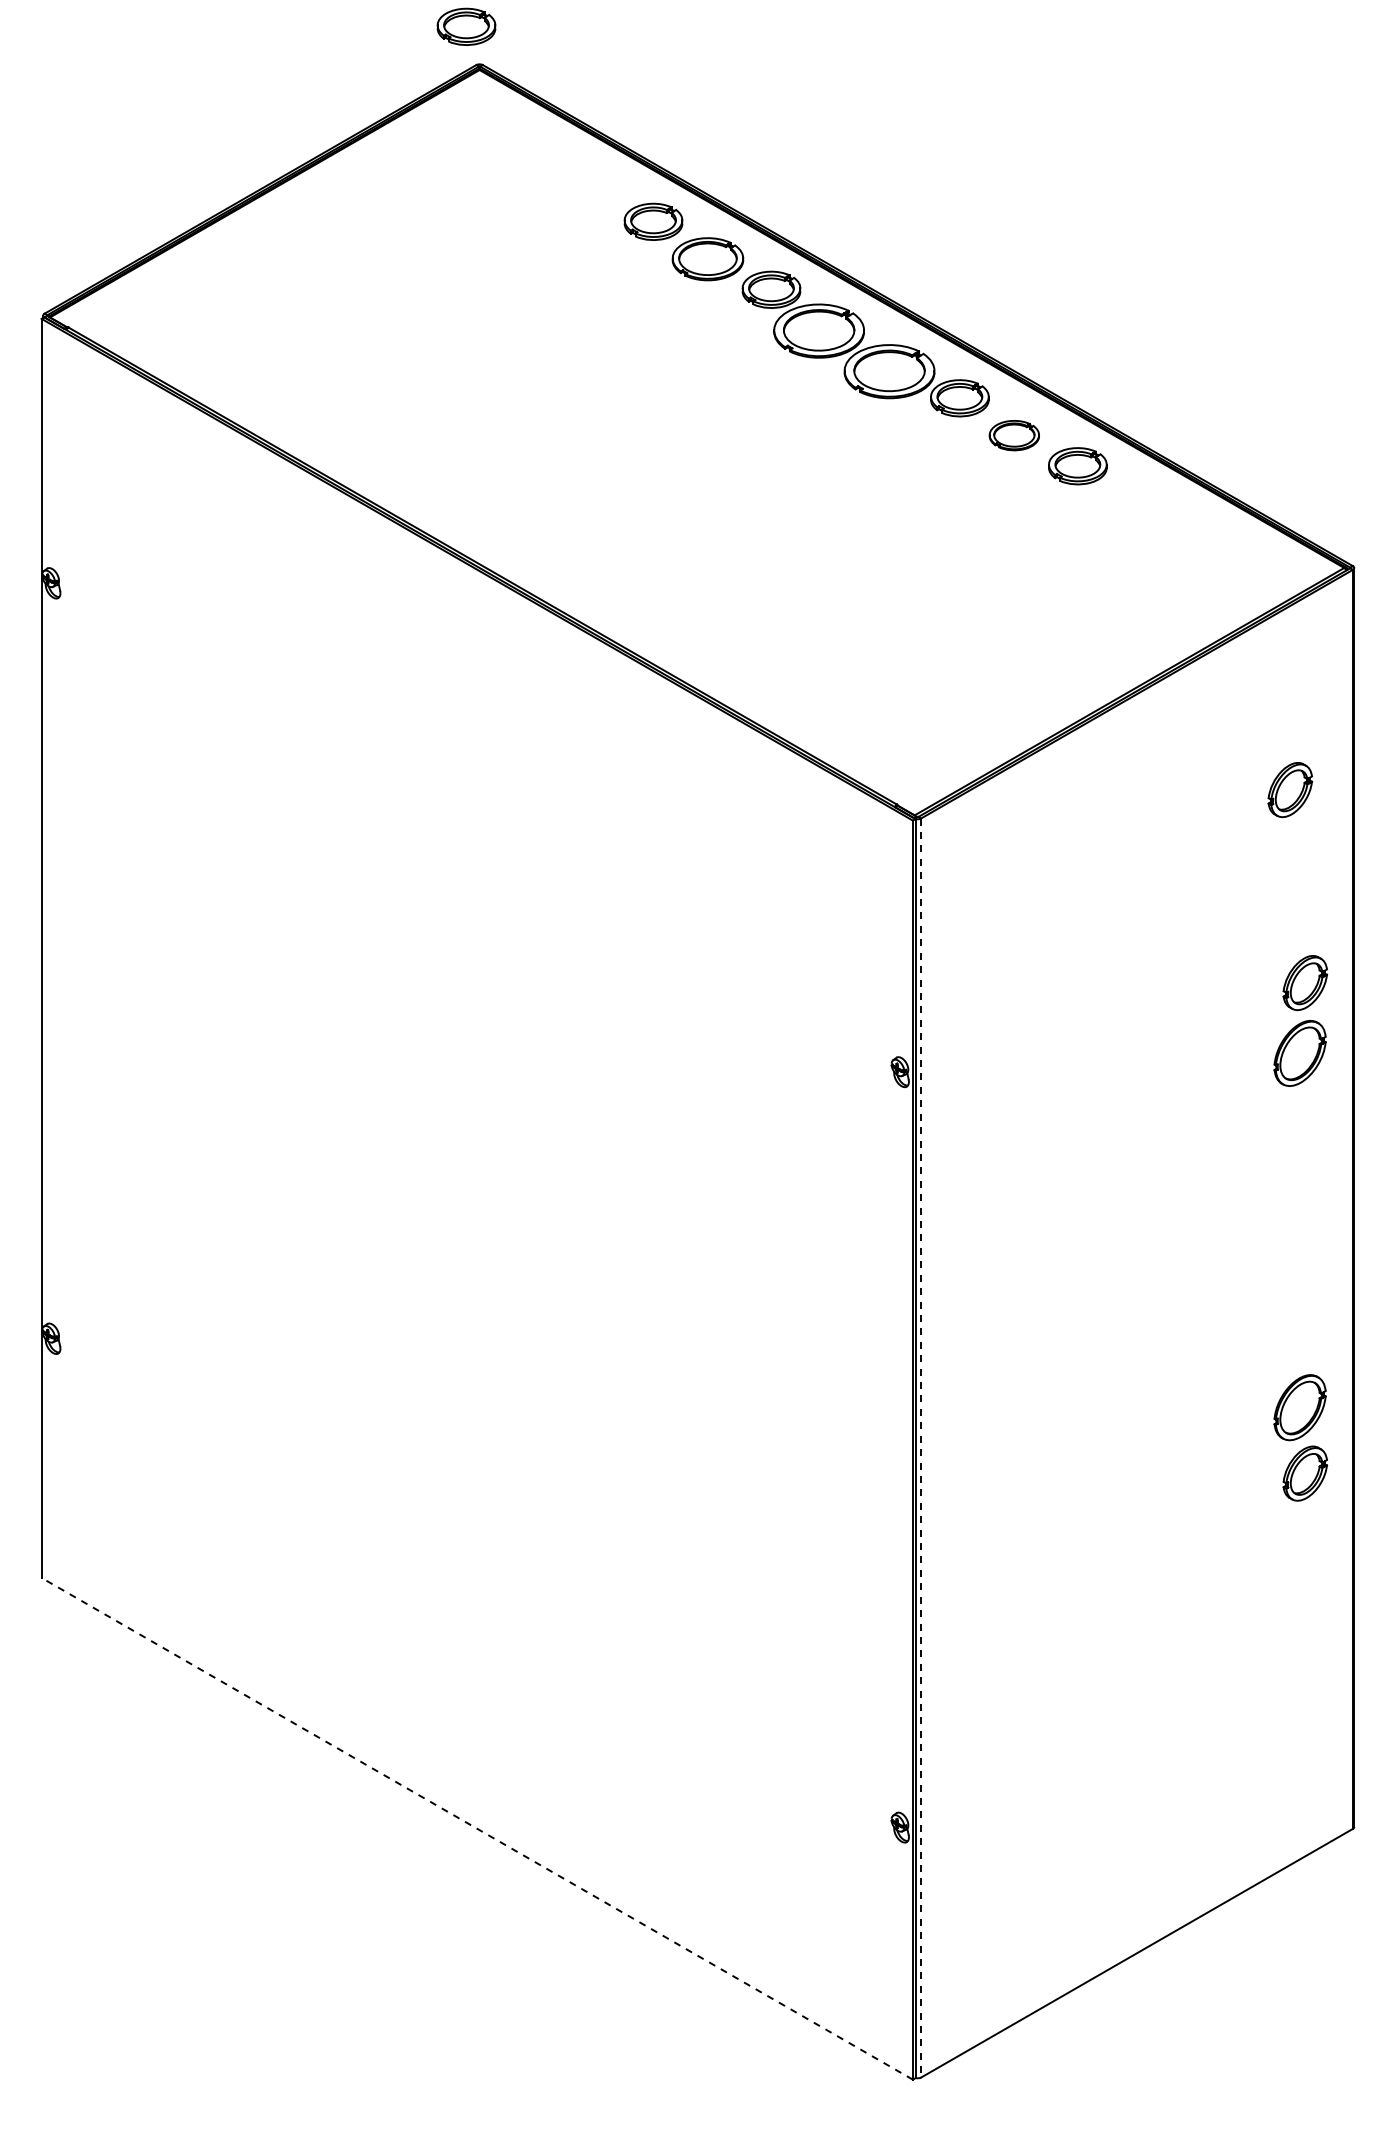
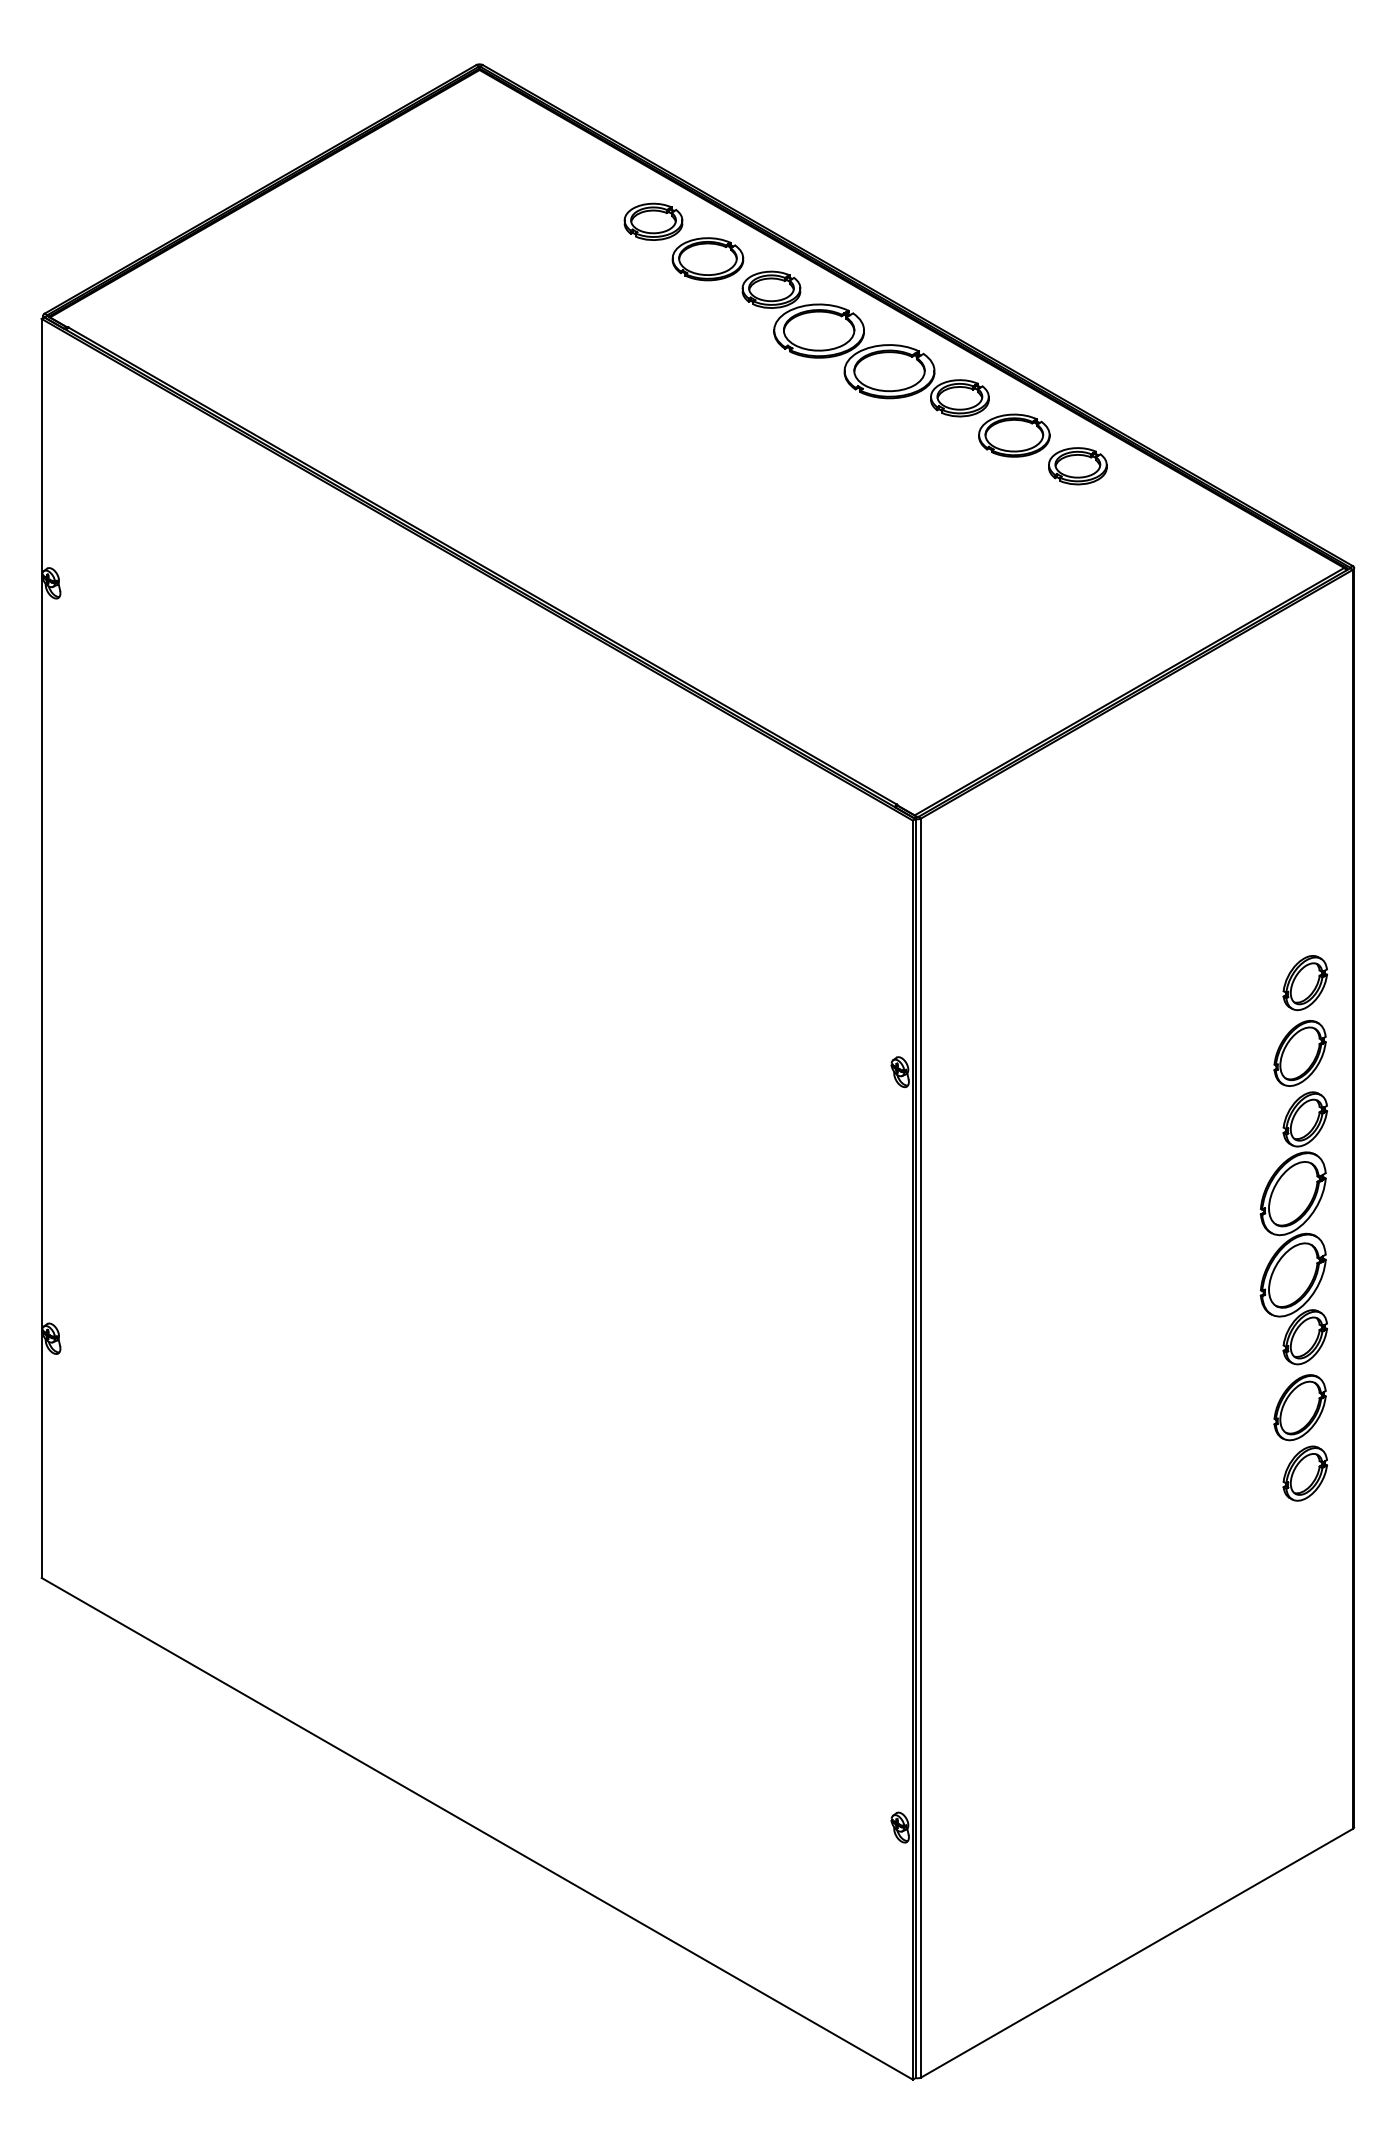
part at (466, 26): present -> none
part at (1013, 435) size: 52x32 px -> 73x45 px
part at (1290, 790): present -> none
part at (1293, 1228): none -> present
line at (921, 1448): dashed -> solid
line at (477, 1828): dashed -> solid
